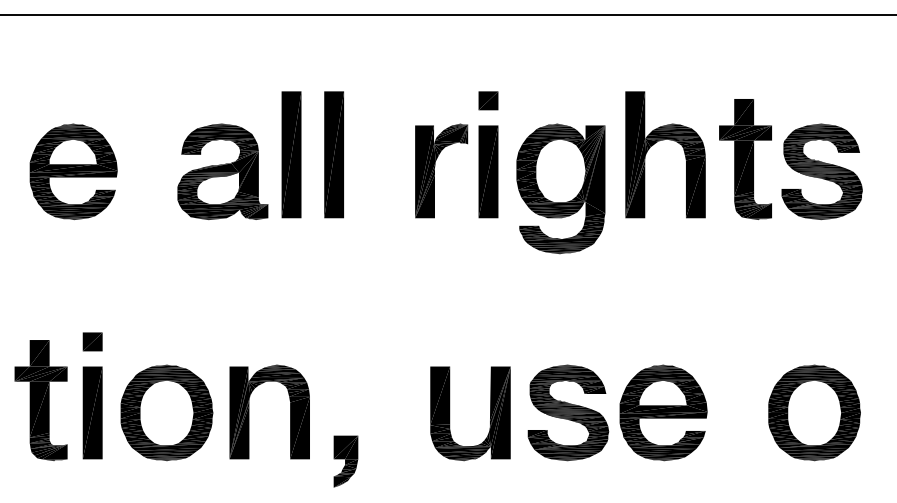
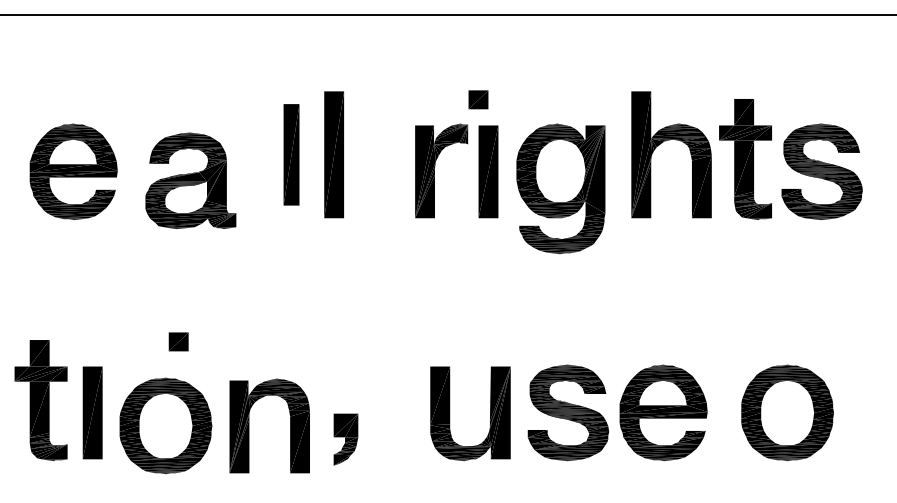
part at (488, 100) position: (488, 100) -> (478, 99)
part at (664, 140) position: (664, 140) -> (670, 140)
part at (291, 154) size: 21x128 px -> 17x102 px
part at (222, 171) position: (222, 171) -> (190, 180)
part at (92, 341) position: (92, 341) -> (178, 341)
part at (249, 411) position: (249, 411) -> (249, 425)
part at (166, 412) position: (166, 412) -> (165, 425)
part at (814, 412) position: (814, 412) -> (787, 412)
part at (345, 461) position: (345, 461) -> (345, 439)
